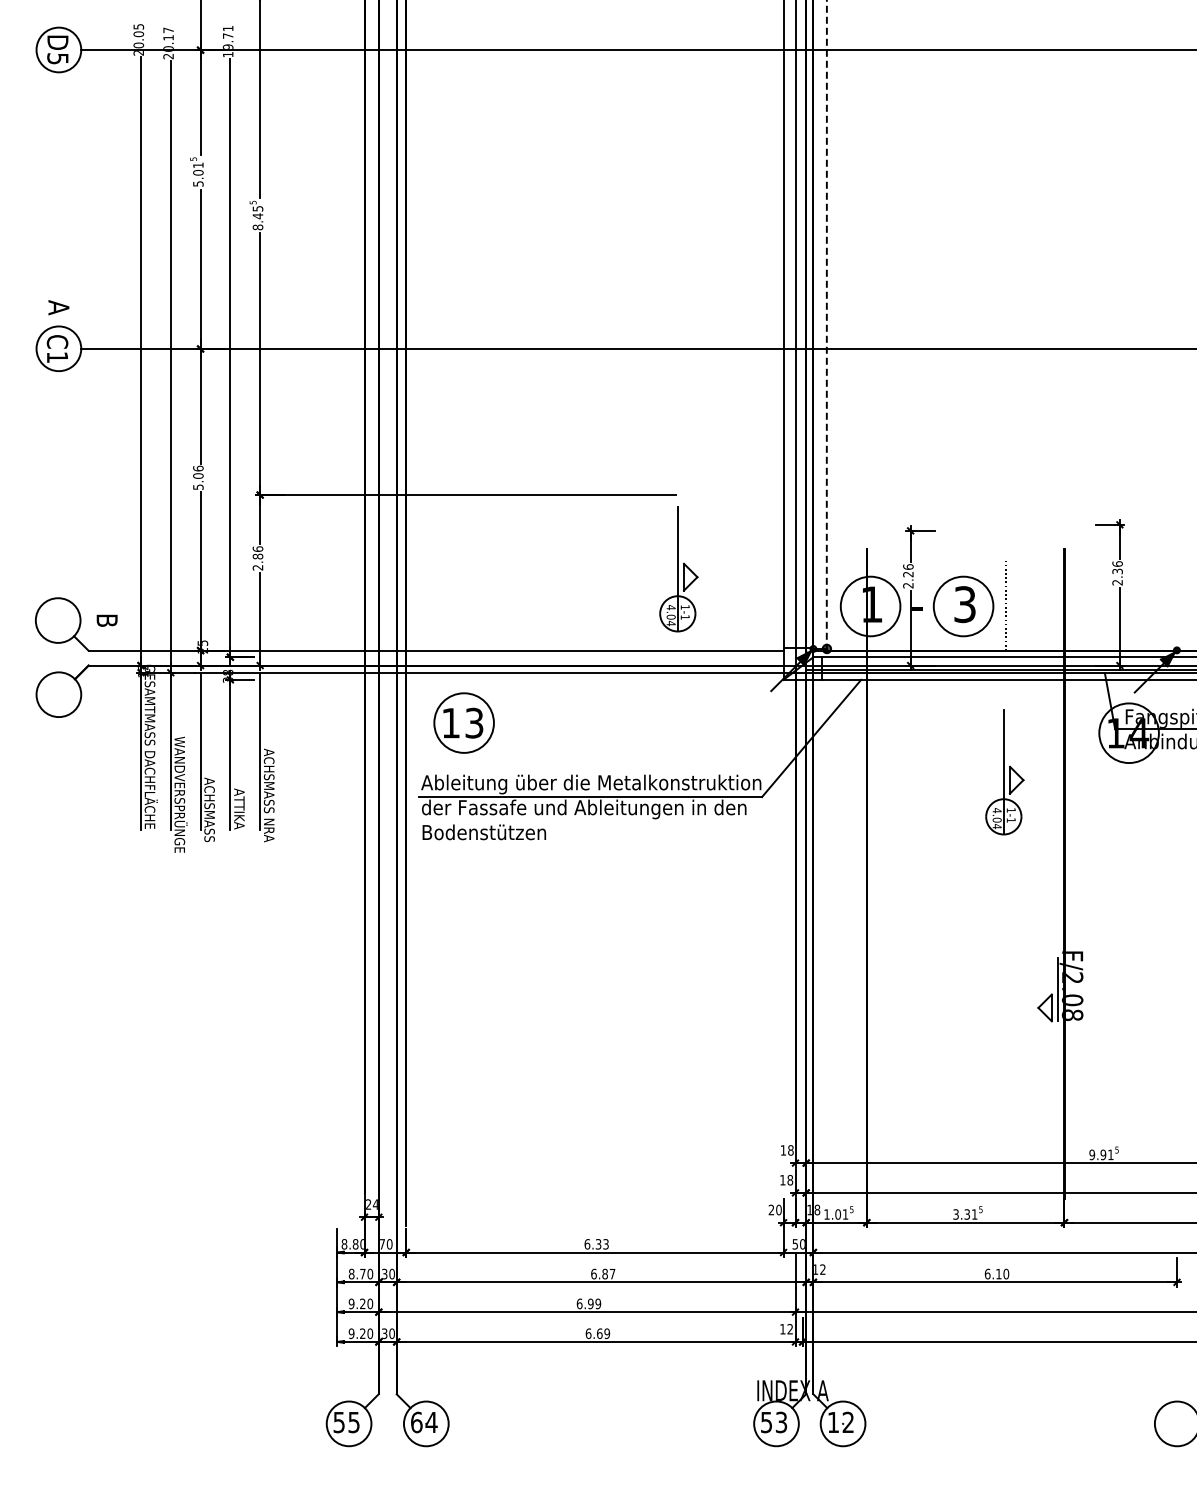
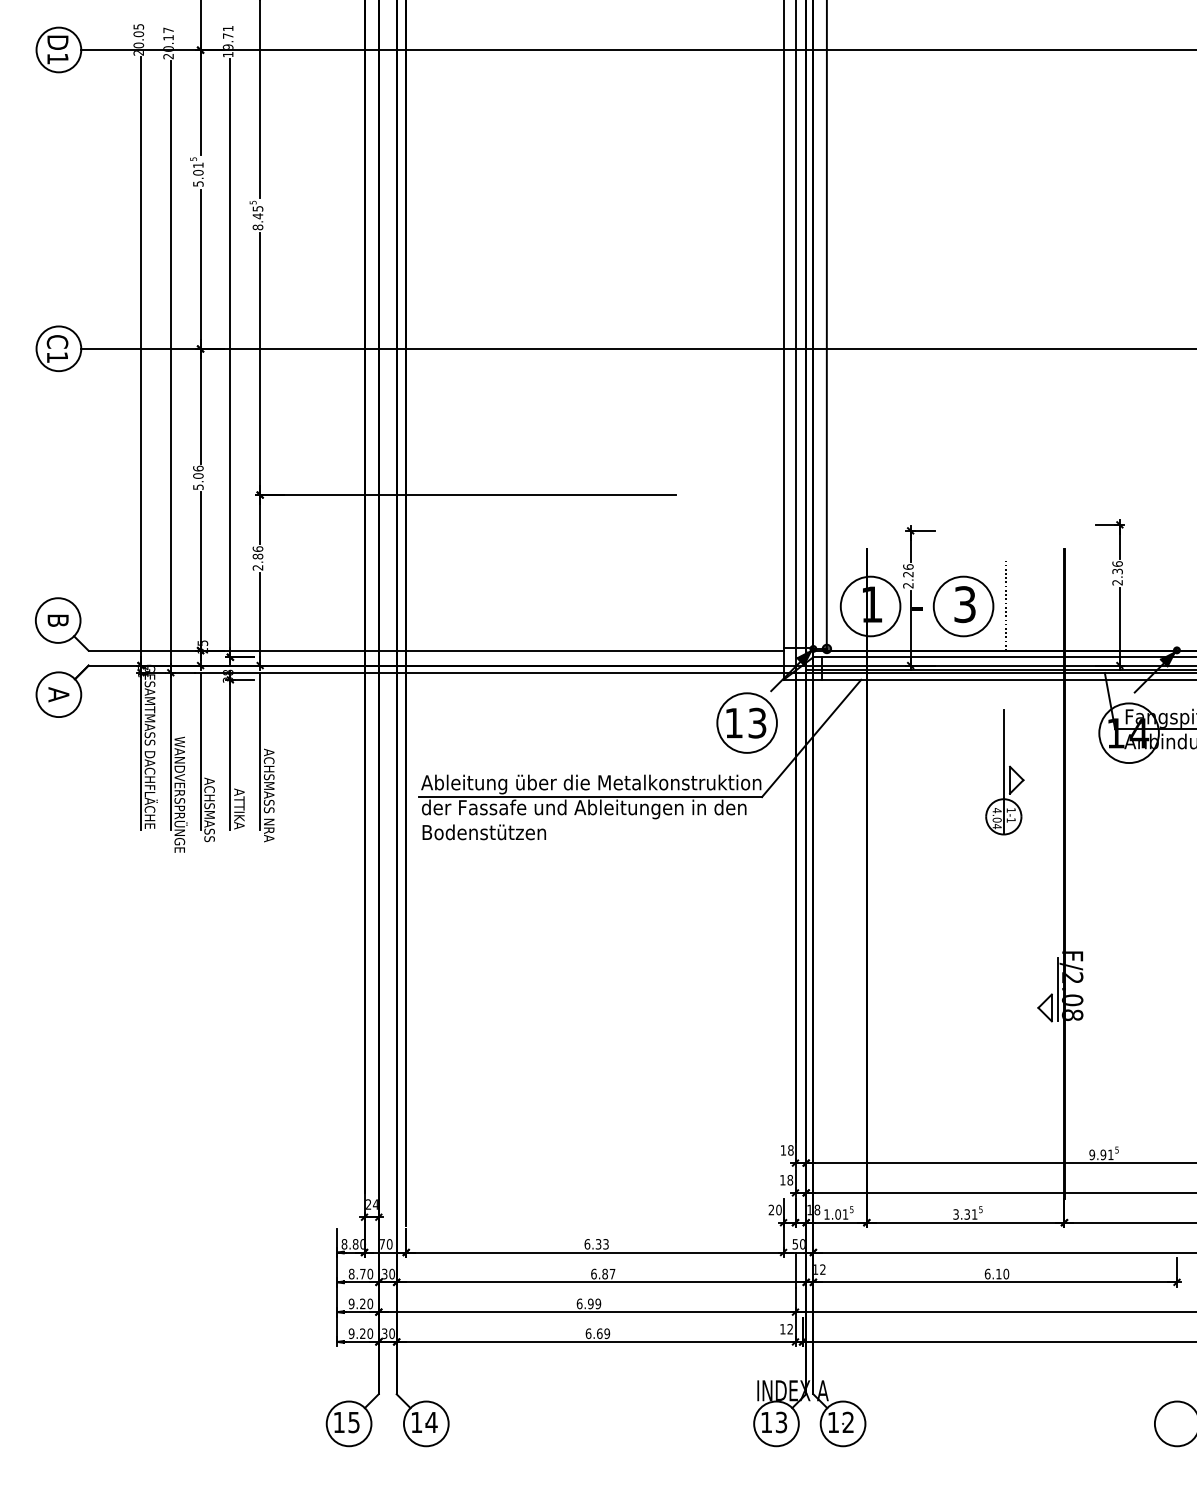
text at (57, 58): D5 -> D1
text at (58, 307) position: (58, 307) -> (58, 694)
line at (826, 324): dashed -> solid
part at (678, 569): present -> none
text at (106, 620) position: (106, 620) -> (57, 620)
part at (463, 722) position: (463, 722) -> (746, 722)
text at (338, 1422): 55 -> 15
text at (416, 1422): 64 -> 14
text at (766, 1422): 53 -> 13
